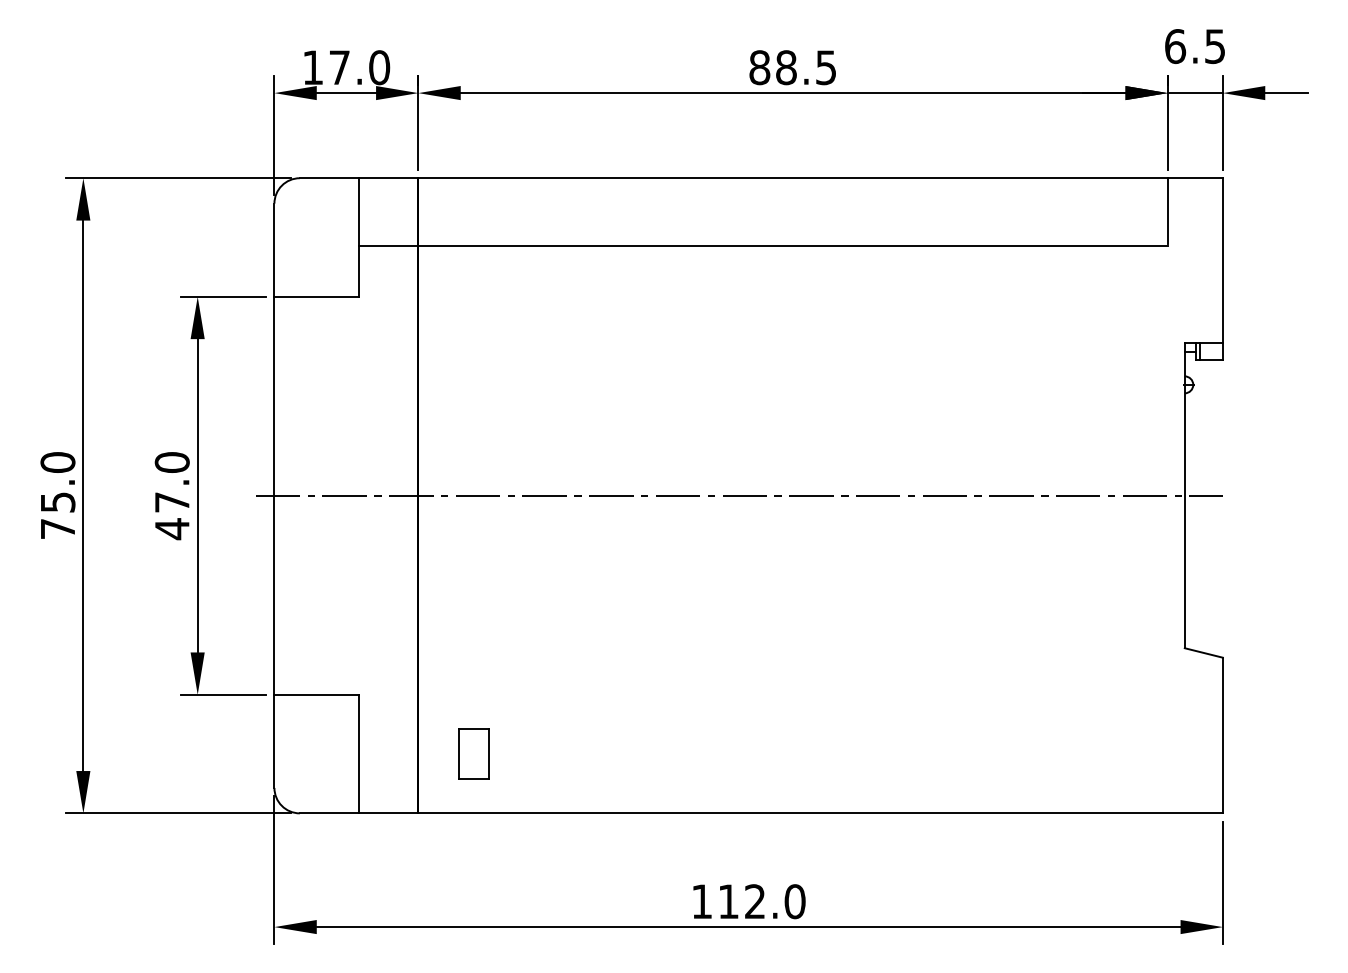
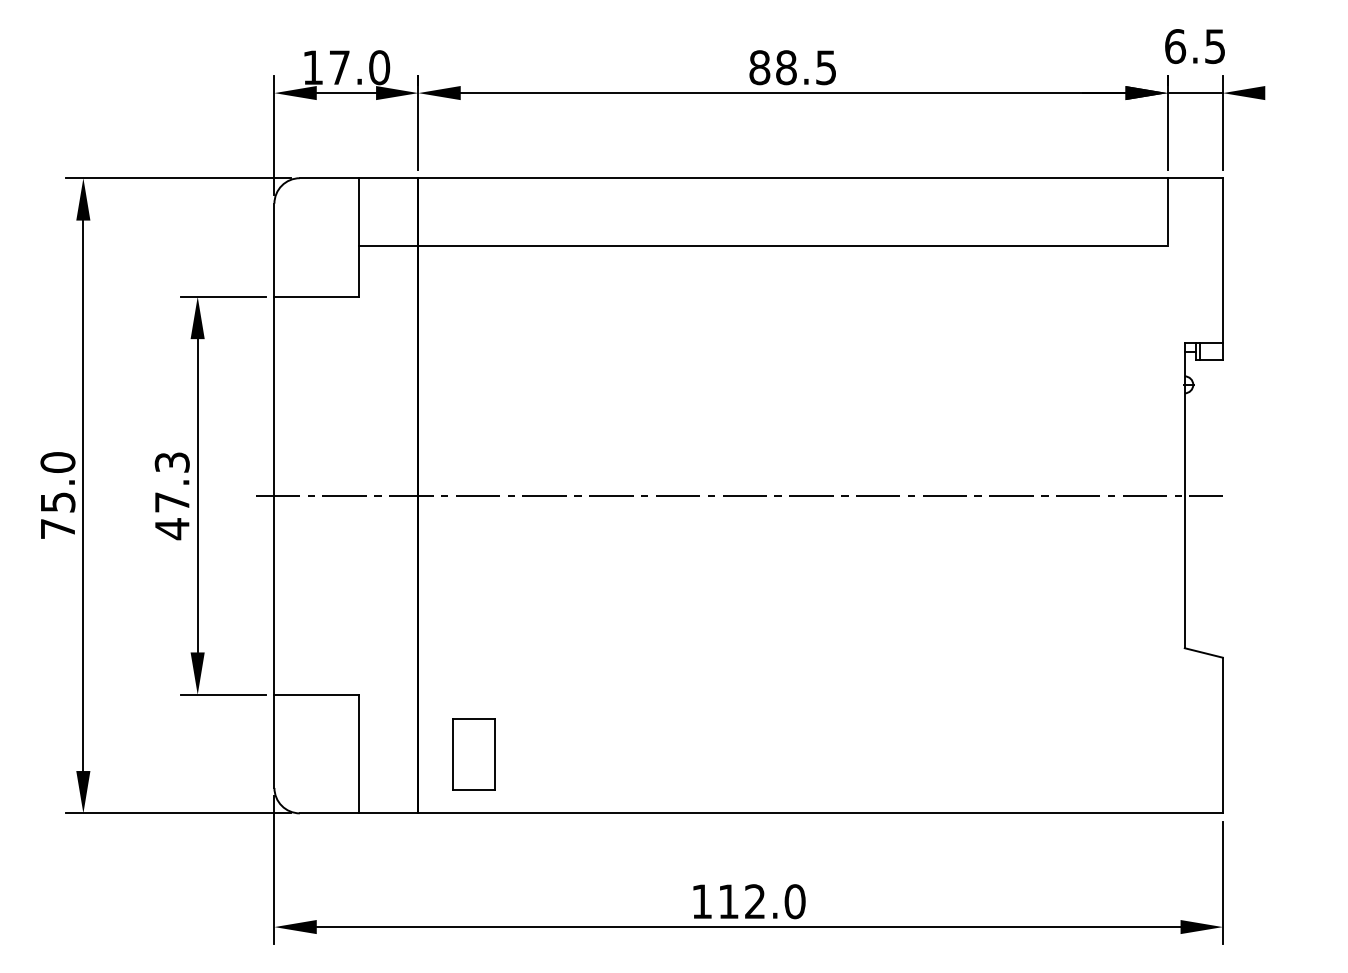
line at (1286, 93): present -> none
text at (171, 462): 47.0 -> 47.3
part at (473, 753) size: 32x52 px -> 44x73 px
